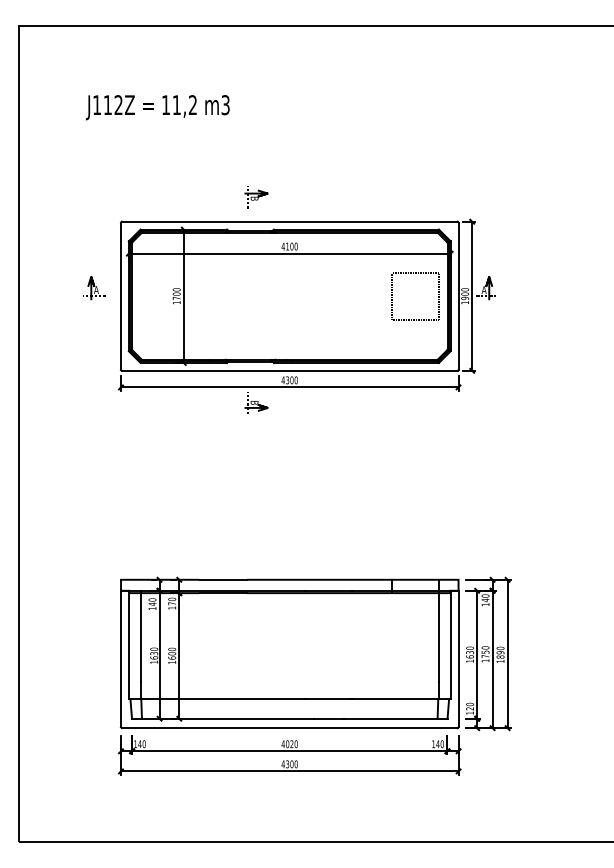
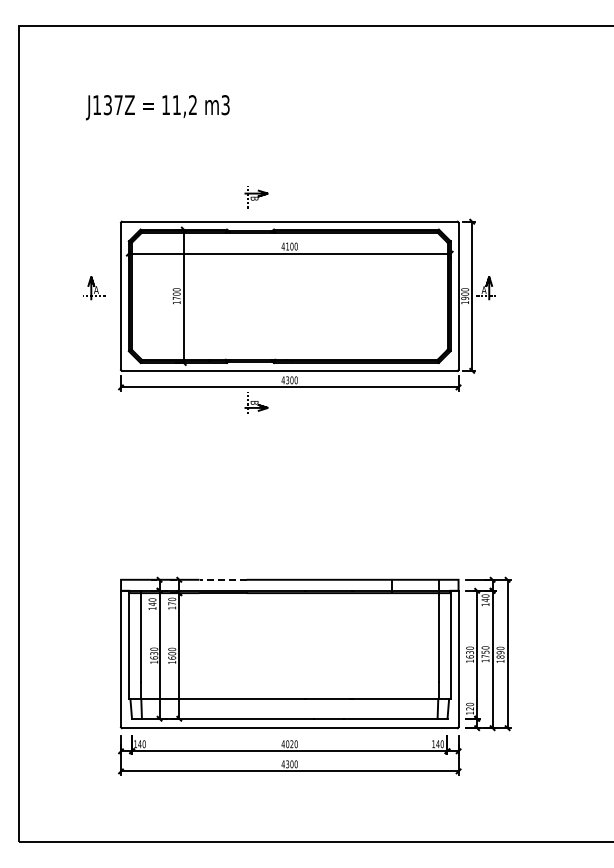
text at (112, 105): J112Z -> J137Z
part at (415, 273): present -> none
line at (223, 579): solid -> dashed
